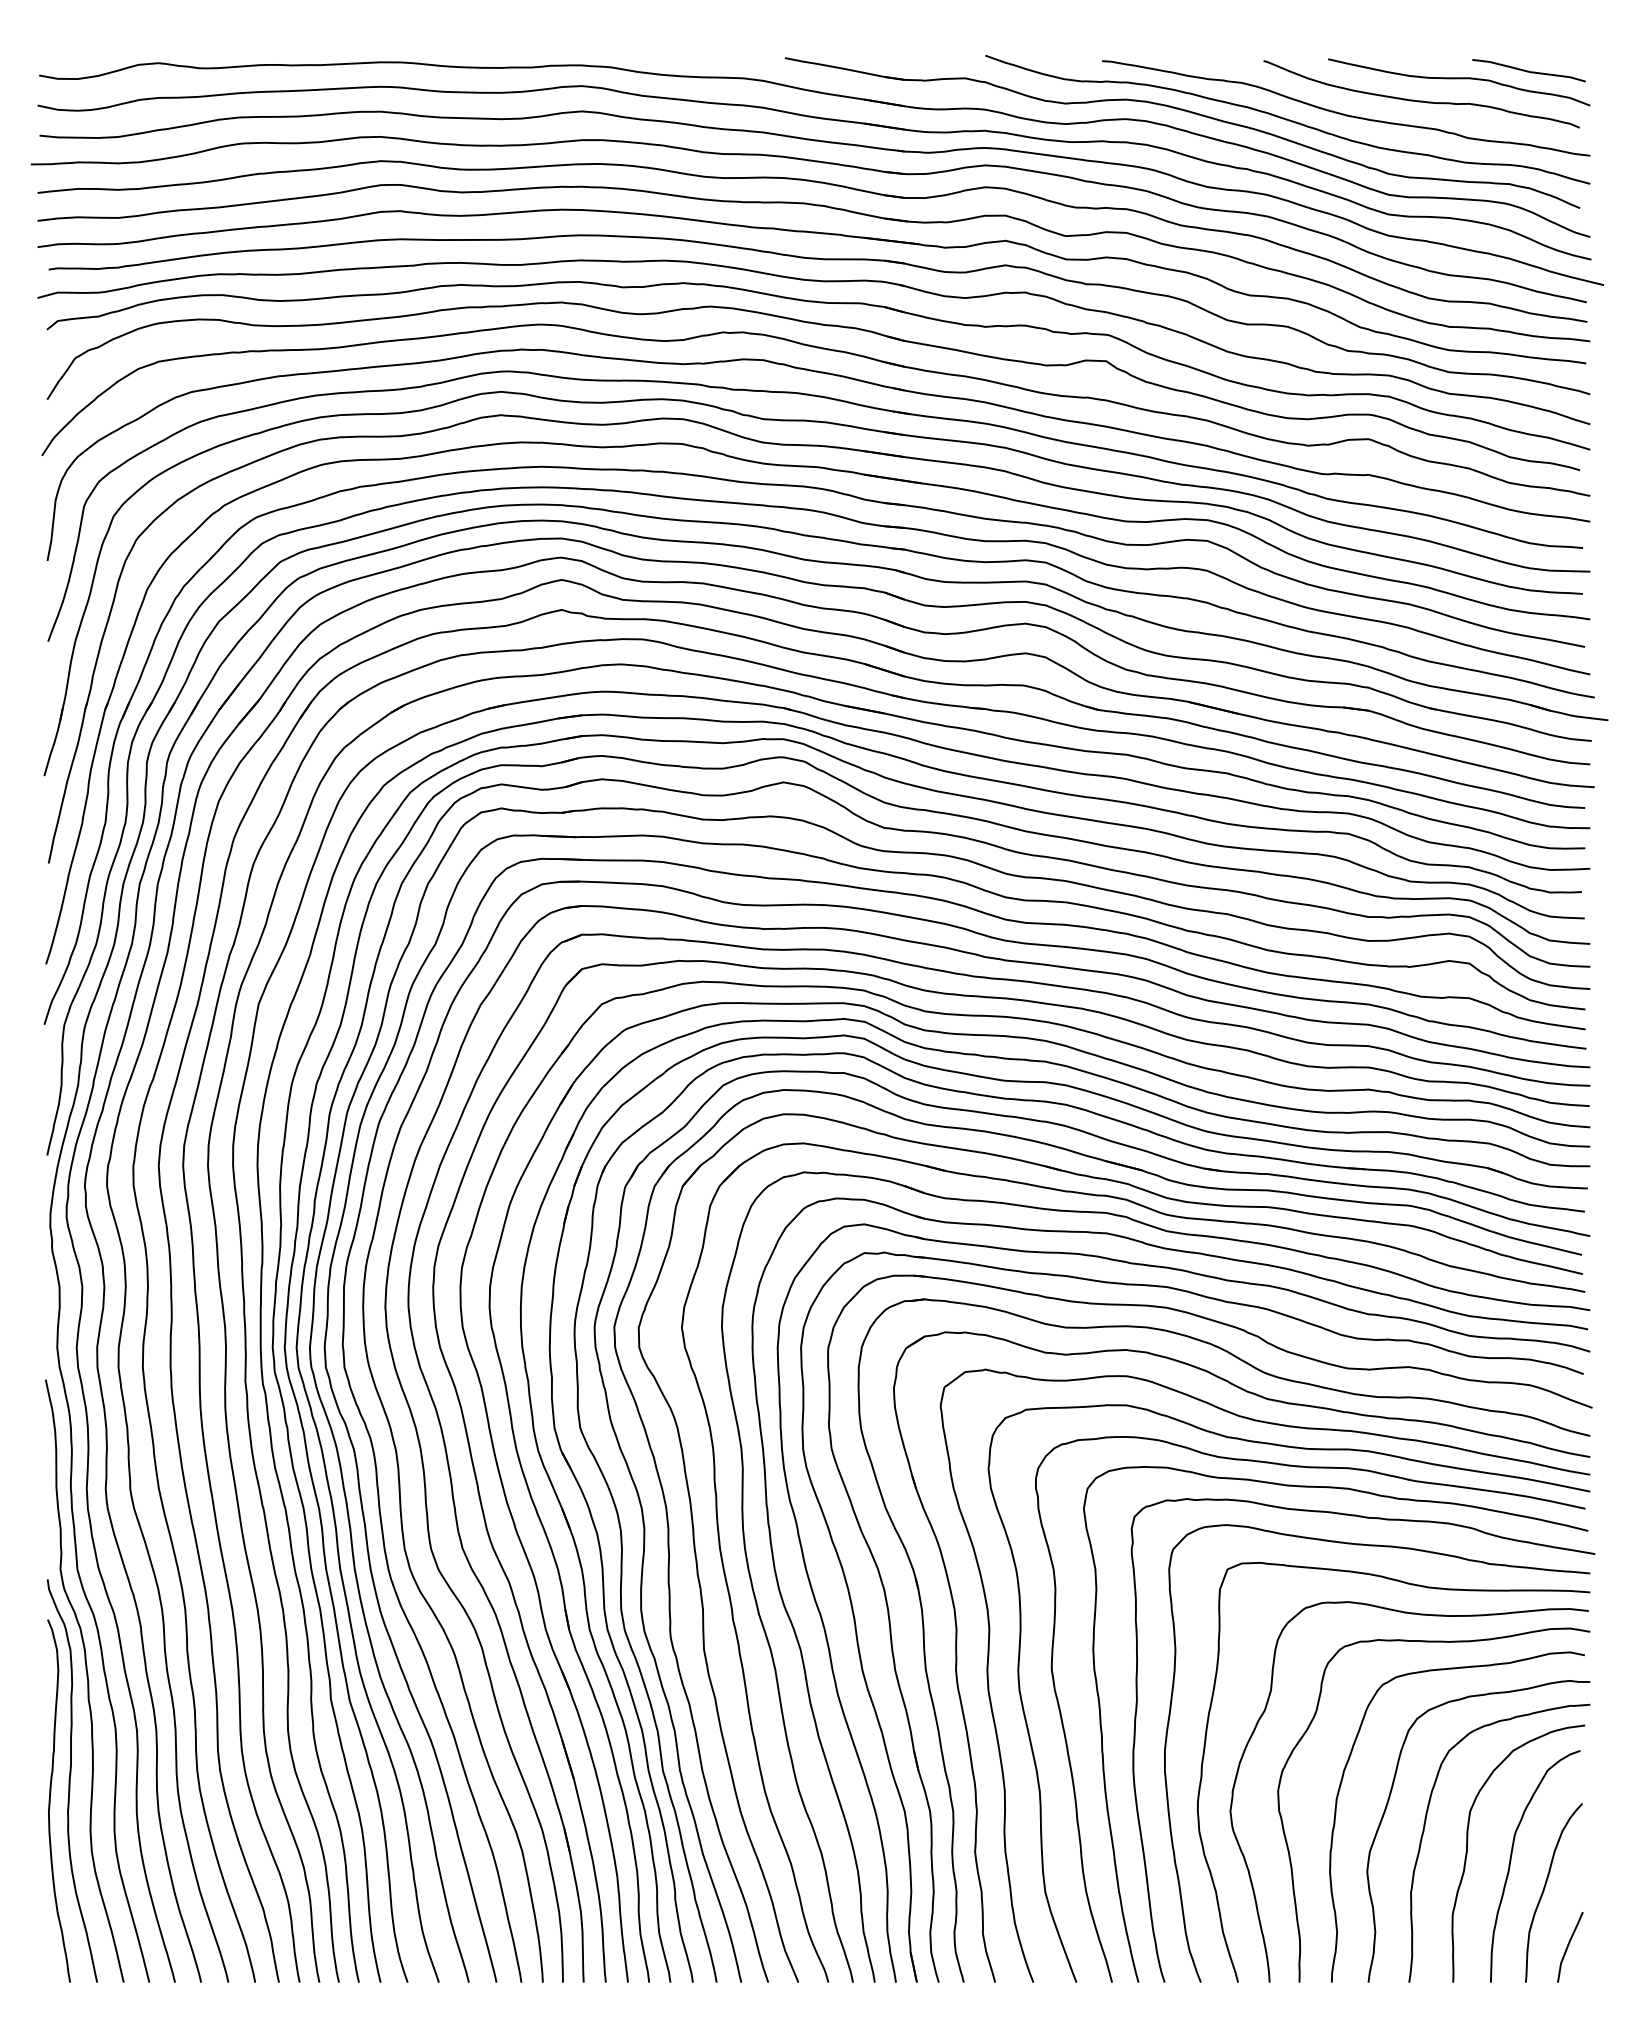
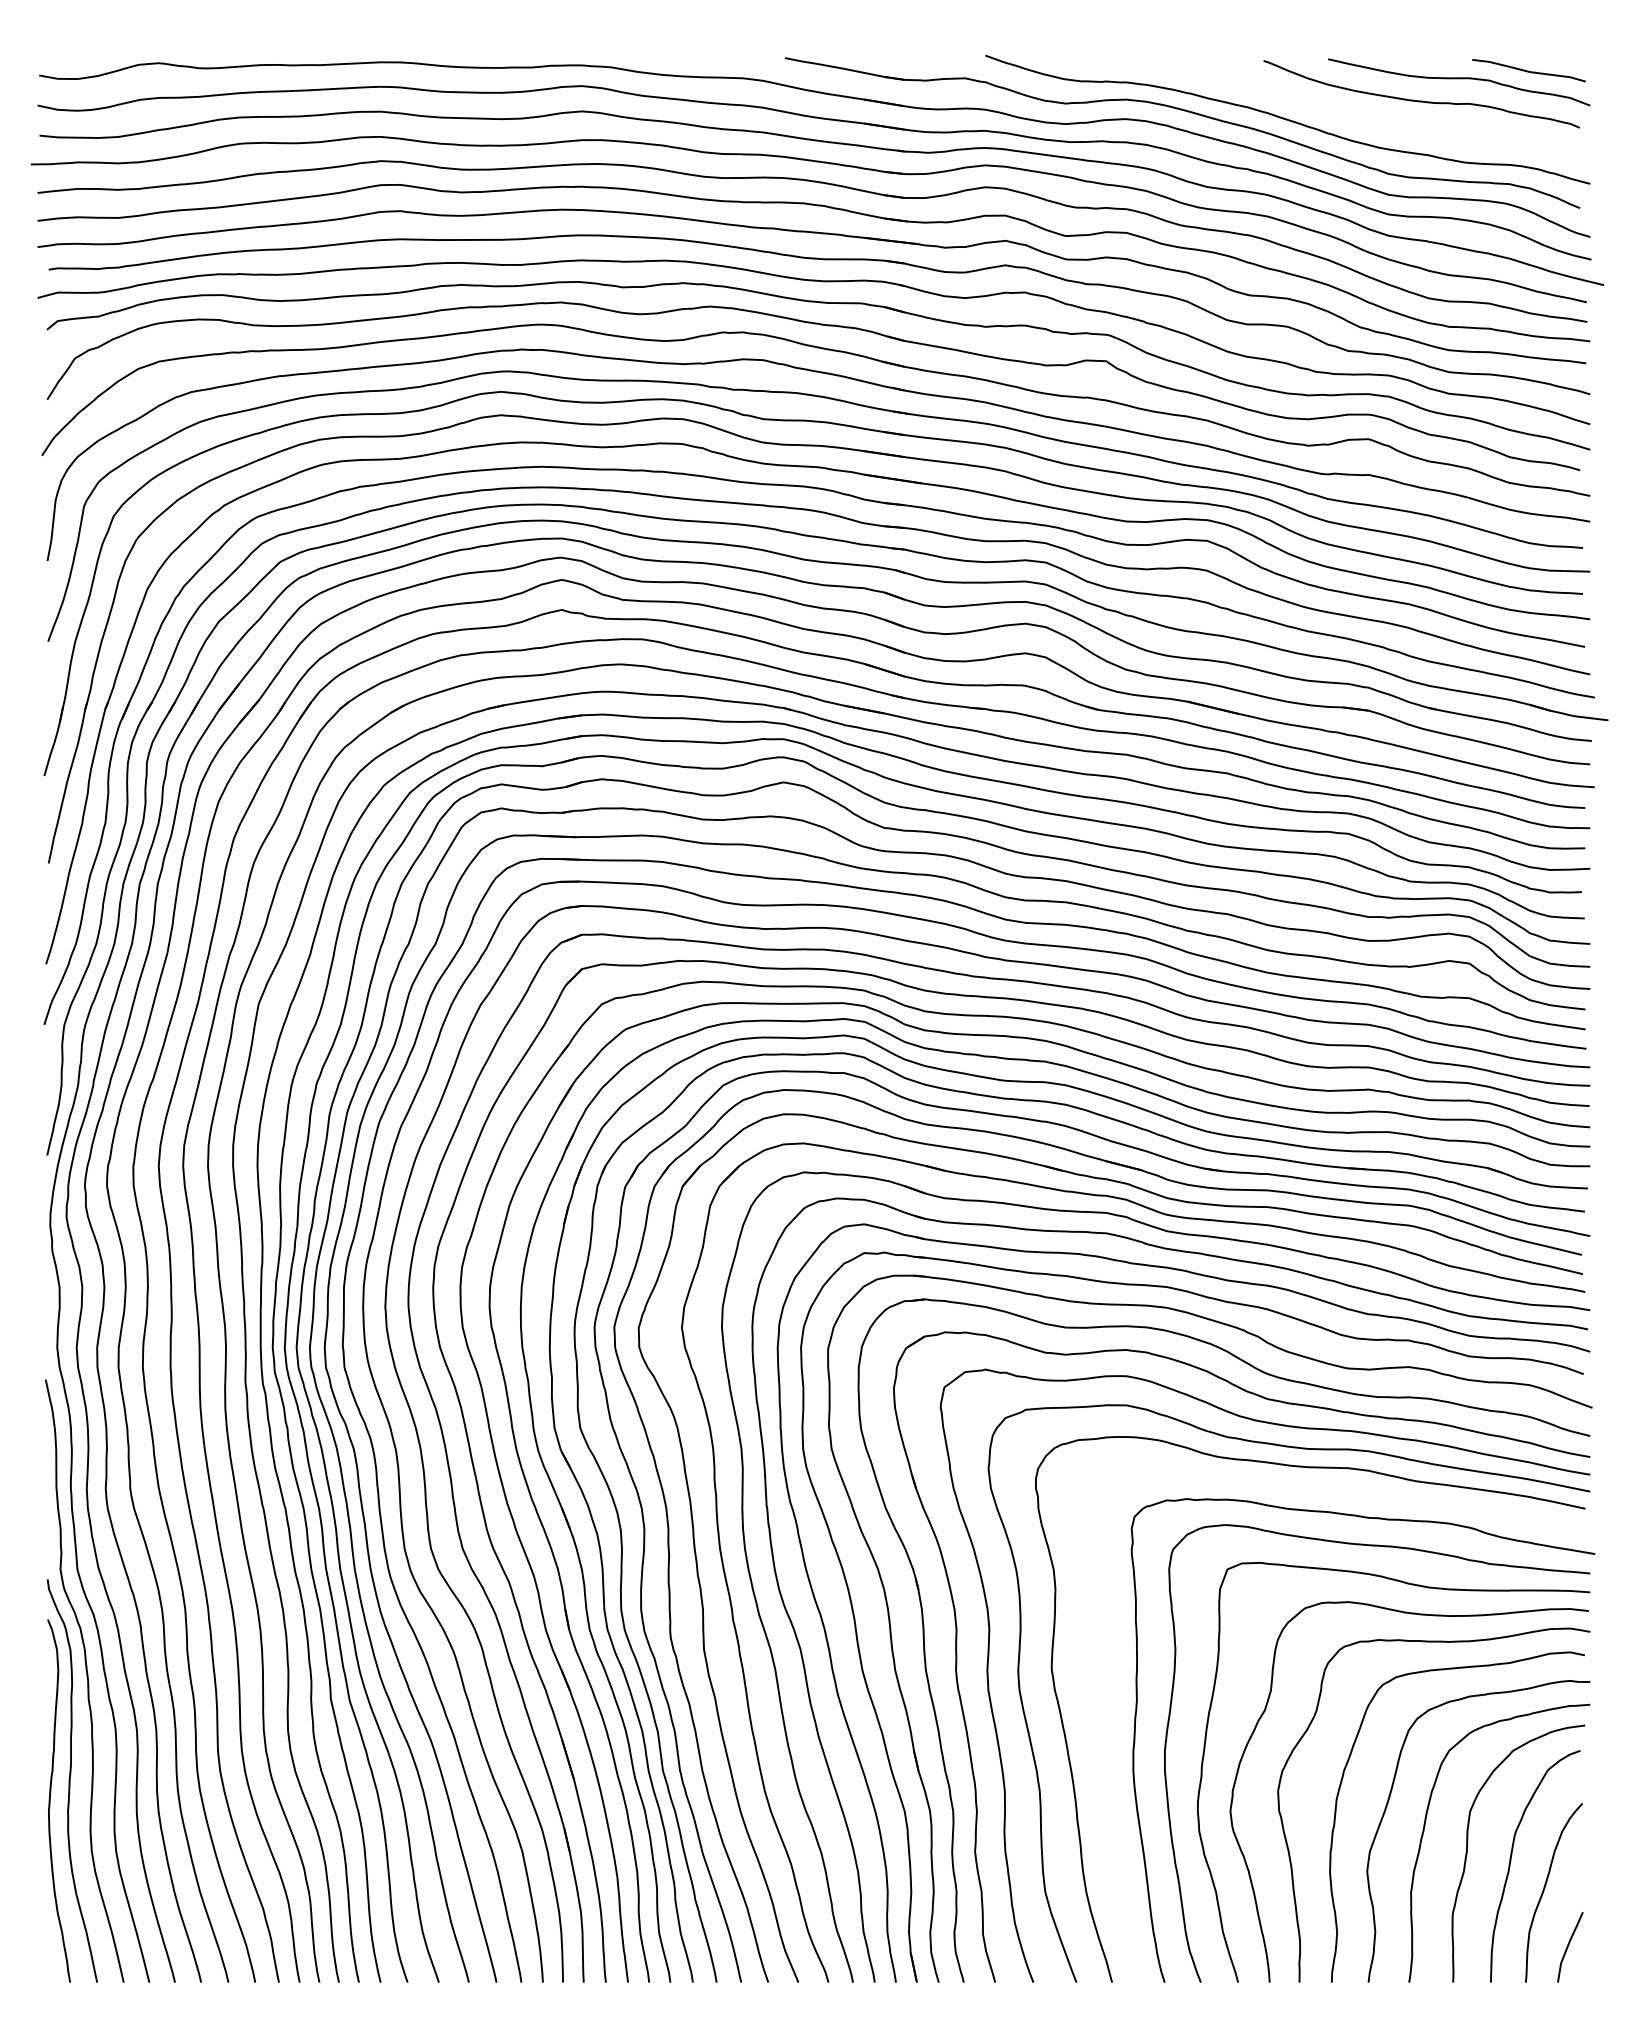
curve at (1344, 113): present -> none
curve at (1378, 1496): present -> none
